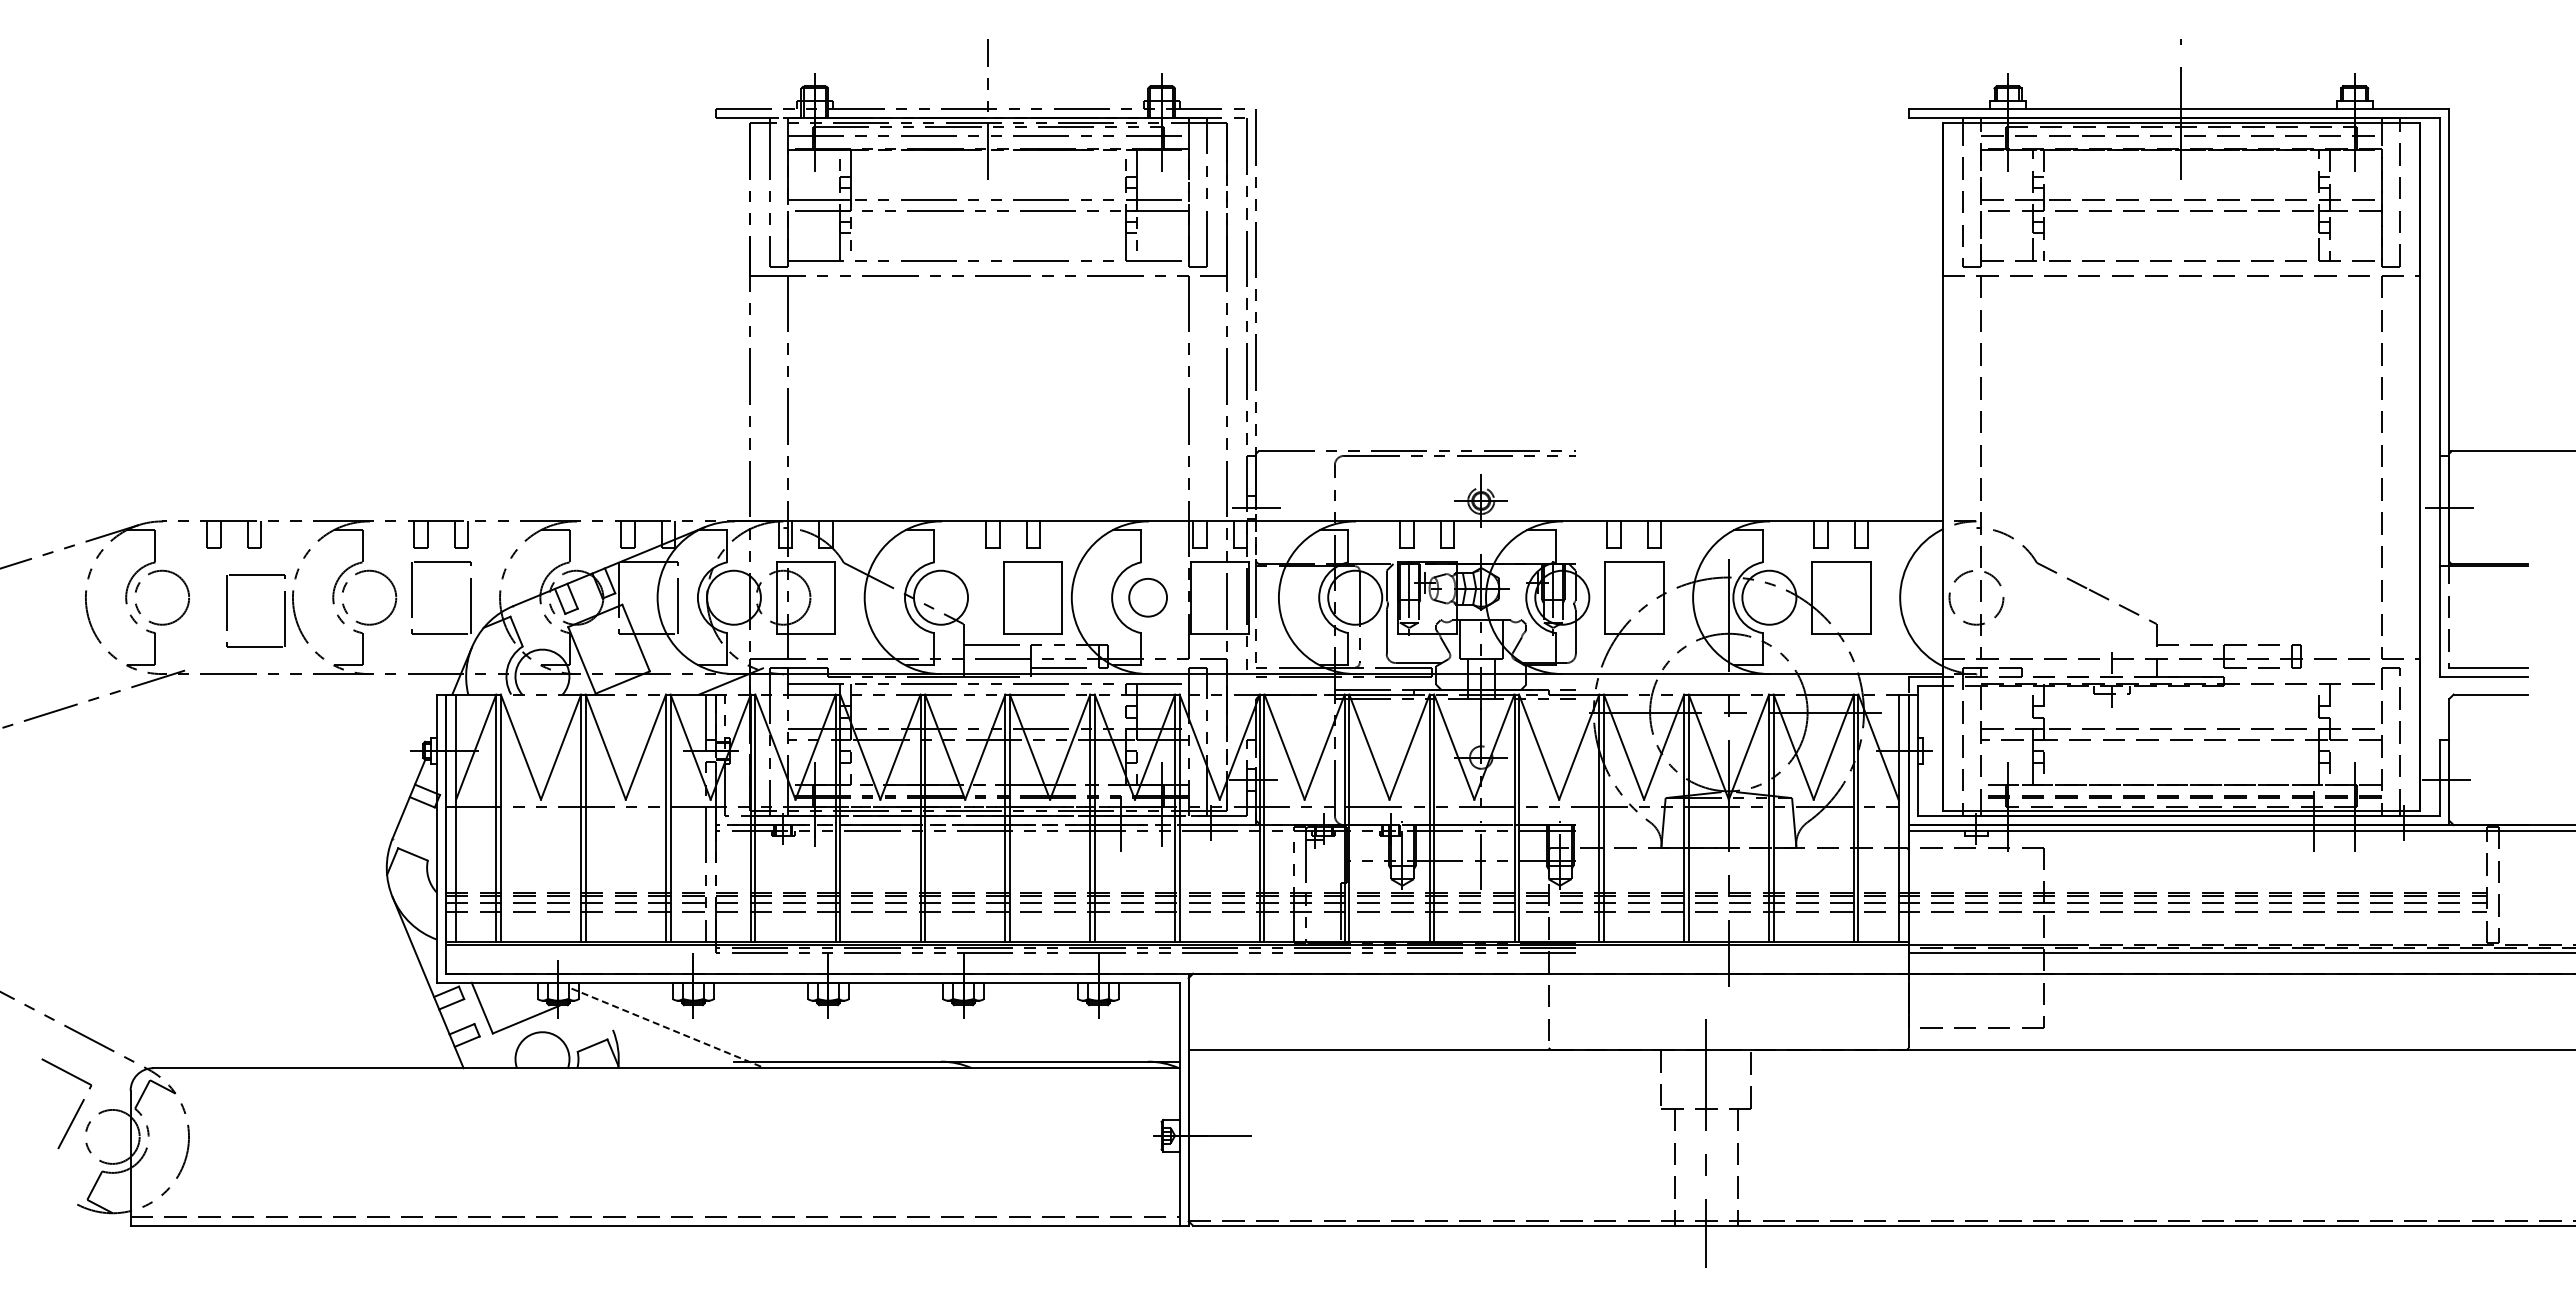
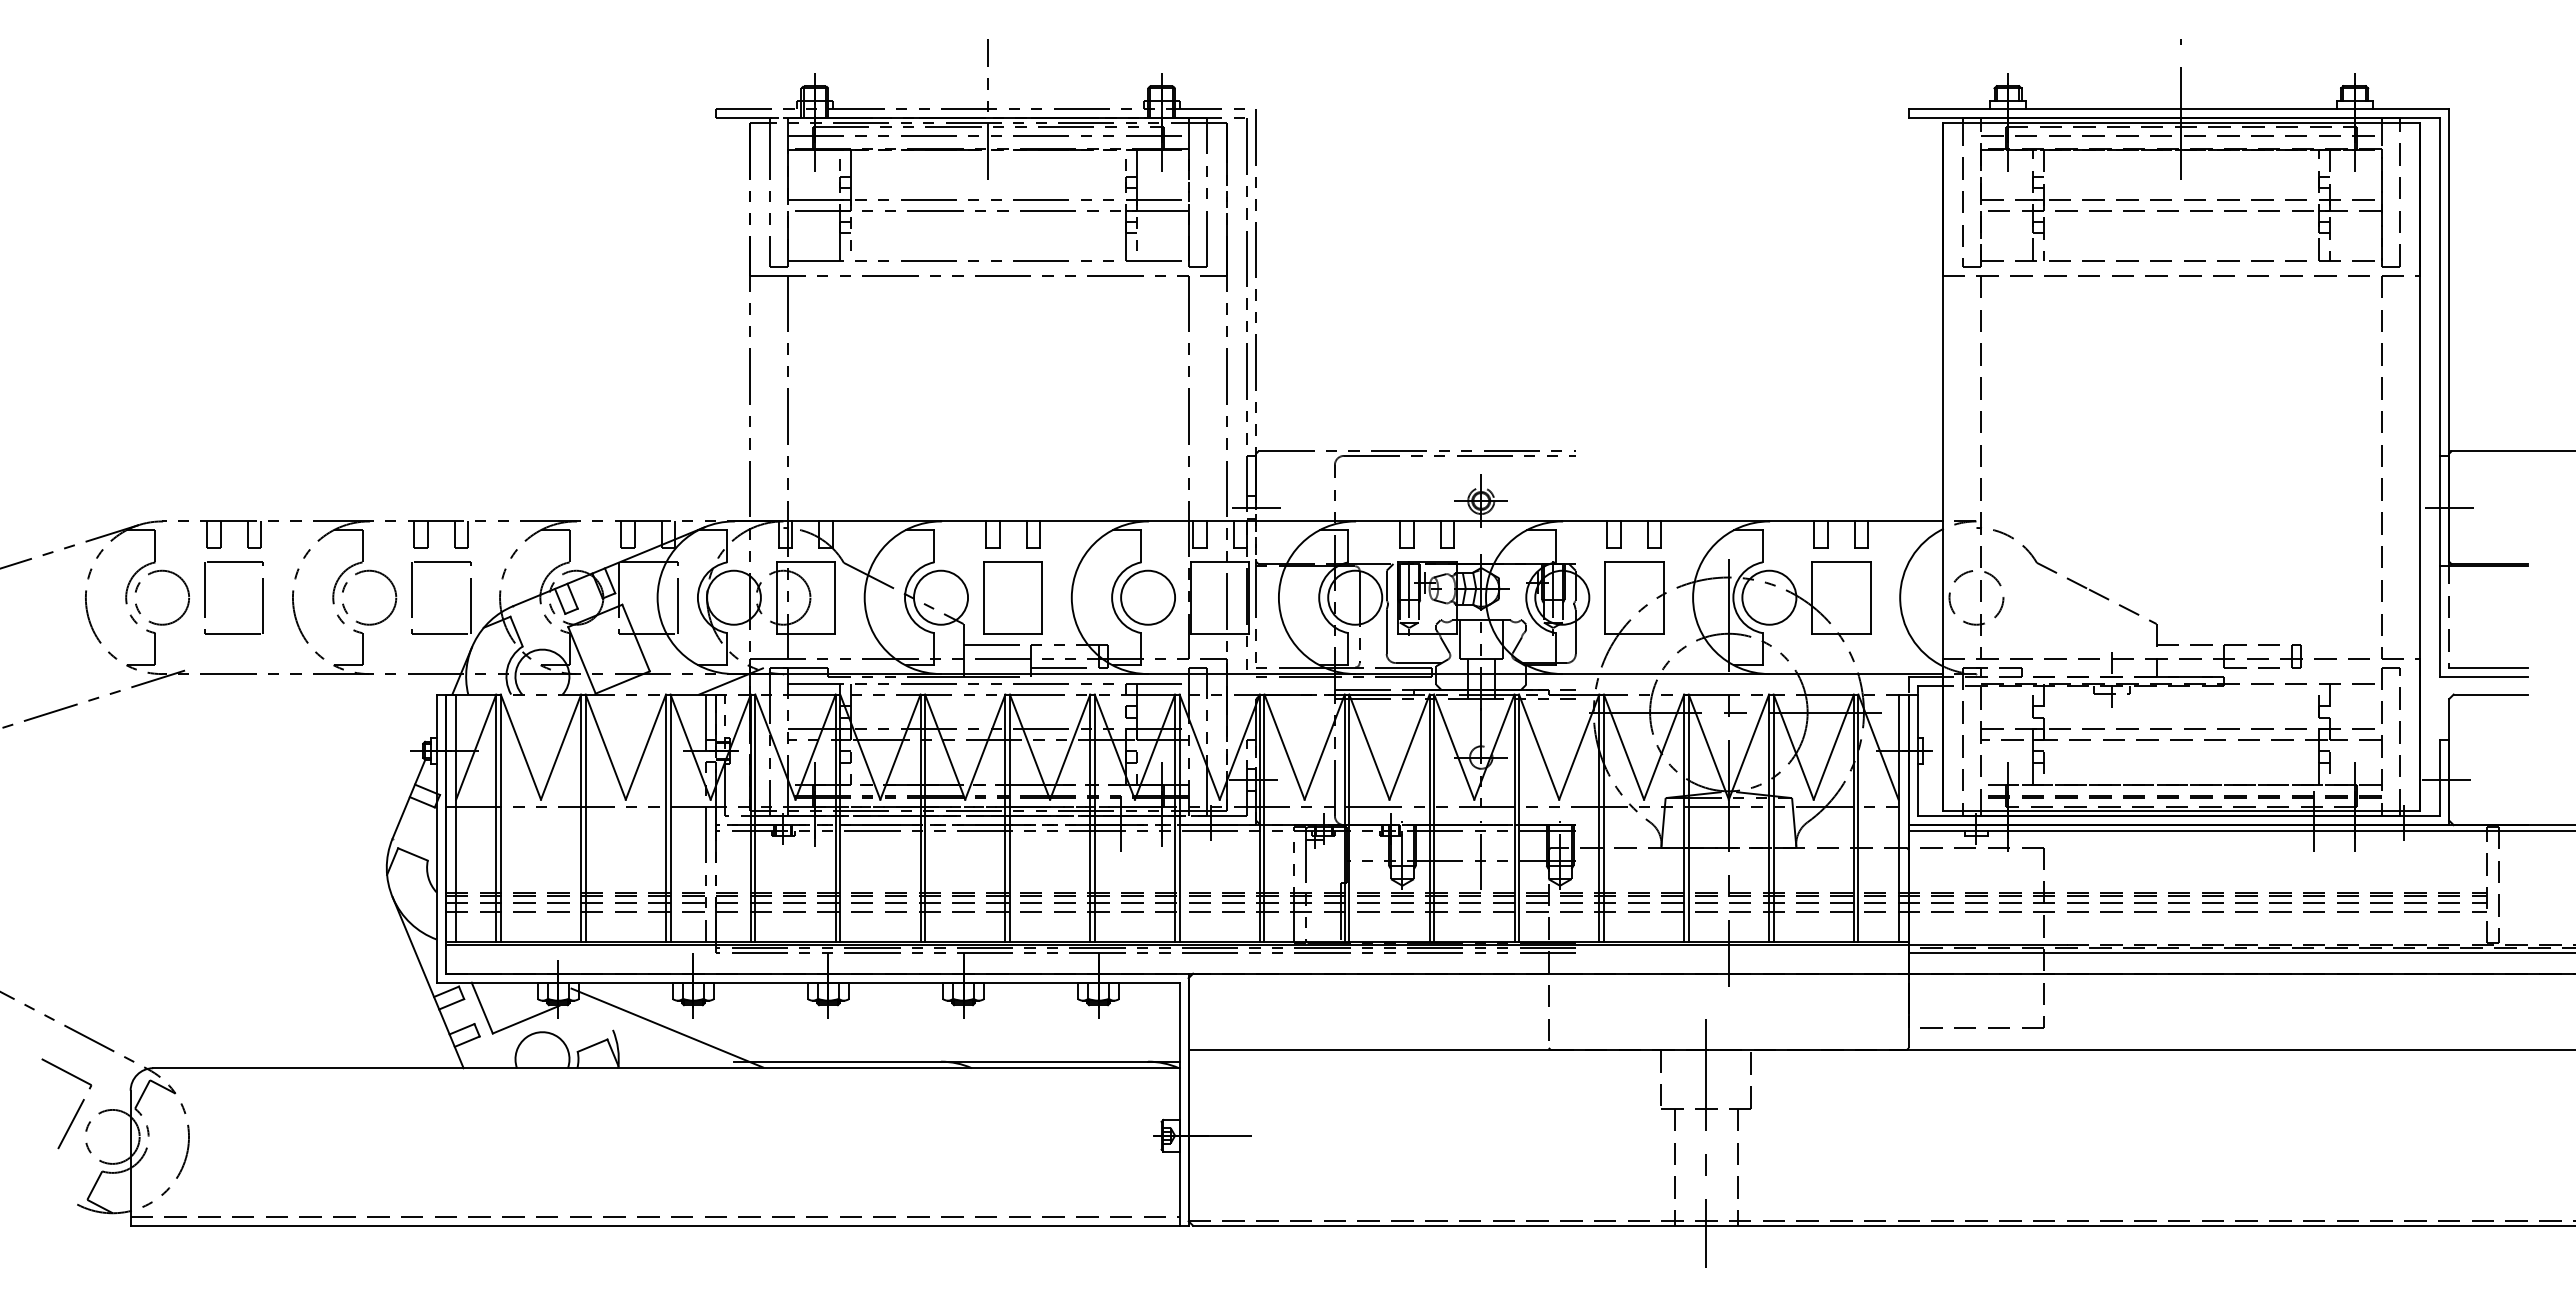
part at (1032, 597) position: (1032, 597) -> (1012, 597)
circle at (1148, 597) diameter: 38 px -> 54 px
part at (227, 610) position: (227, 610) -> (205, 597)
line at (667, 1028): dashed -> solid
